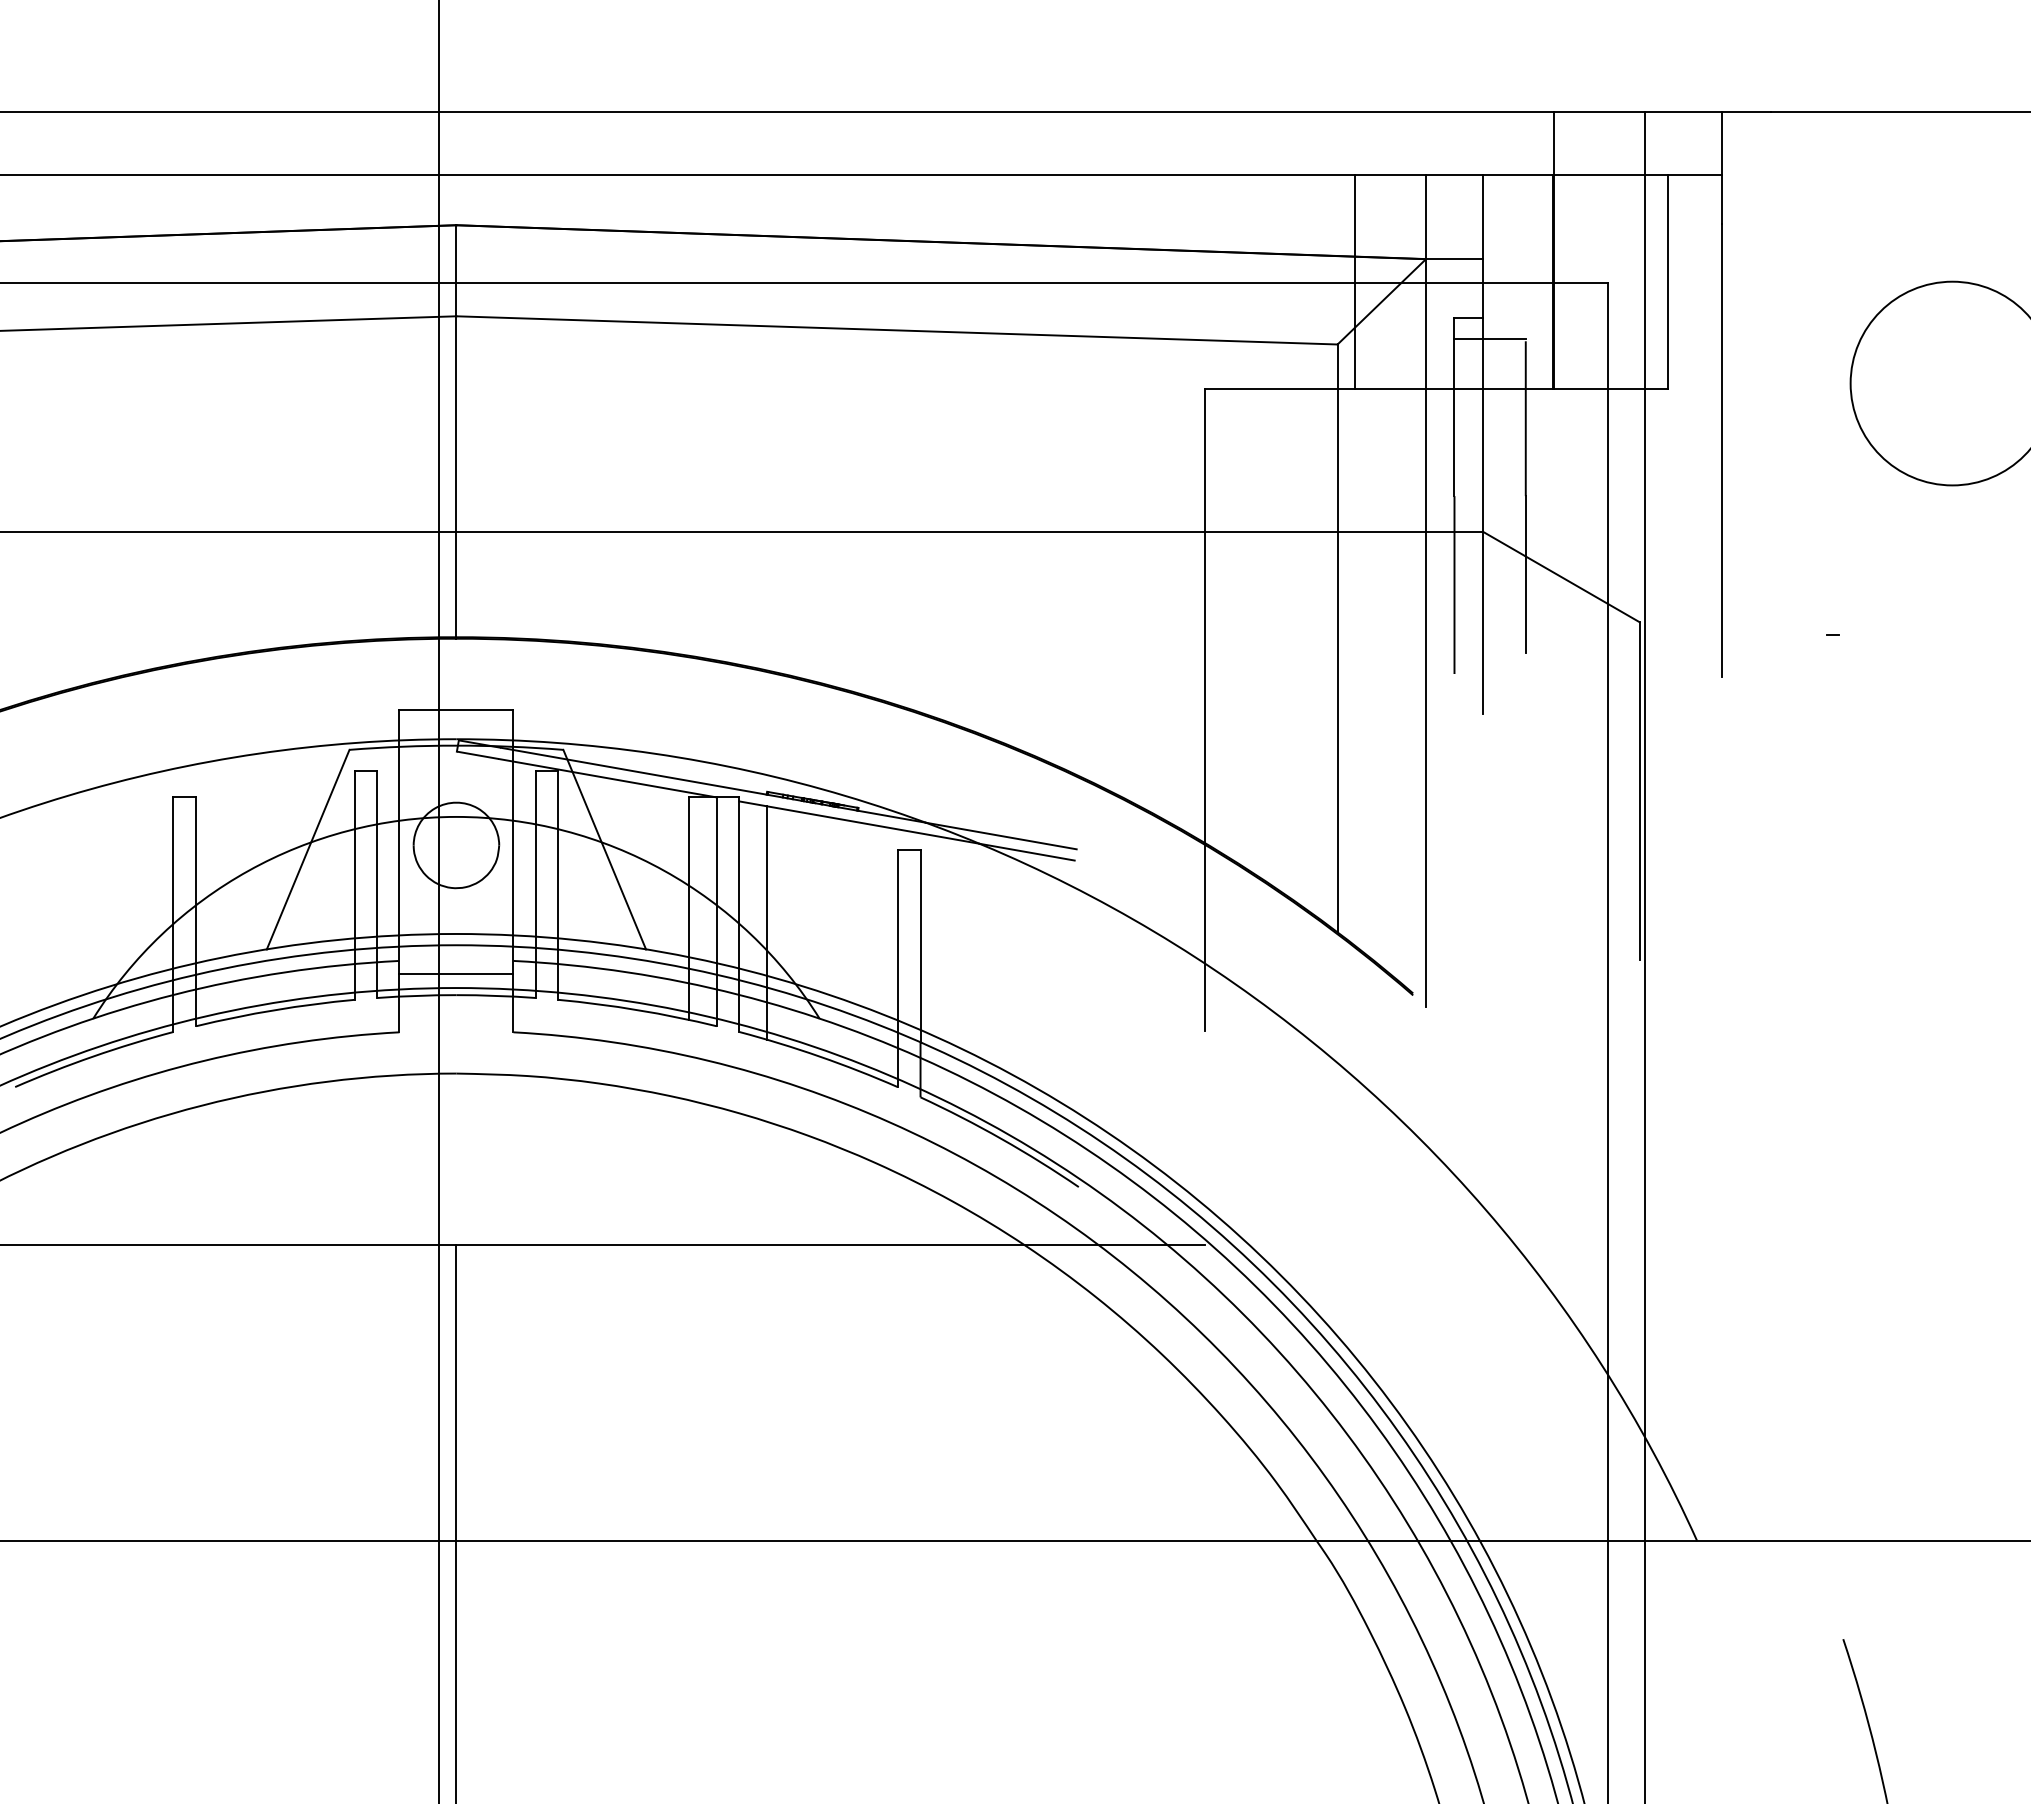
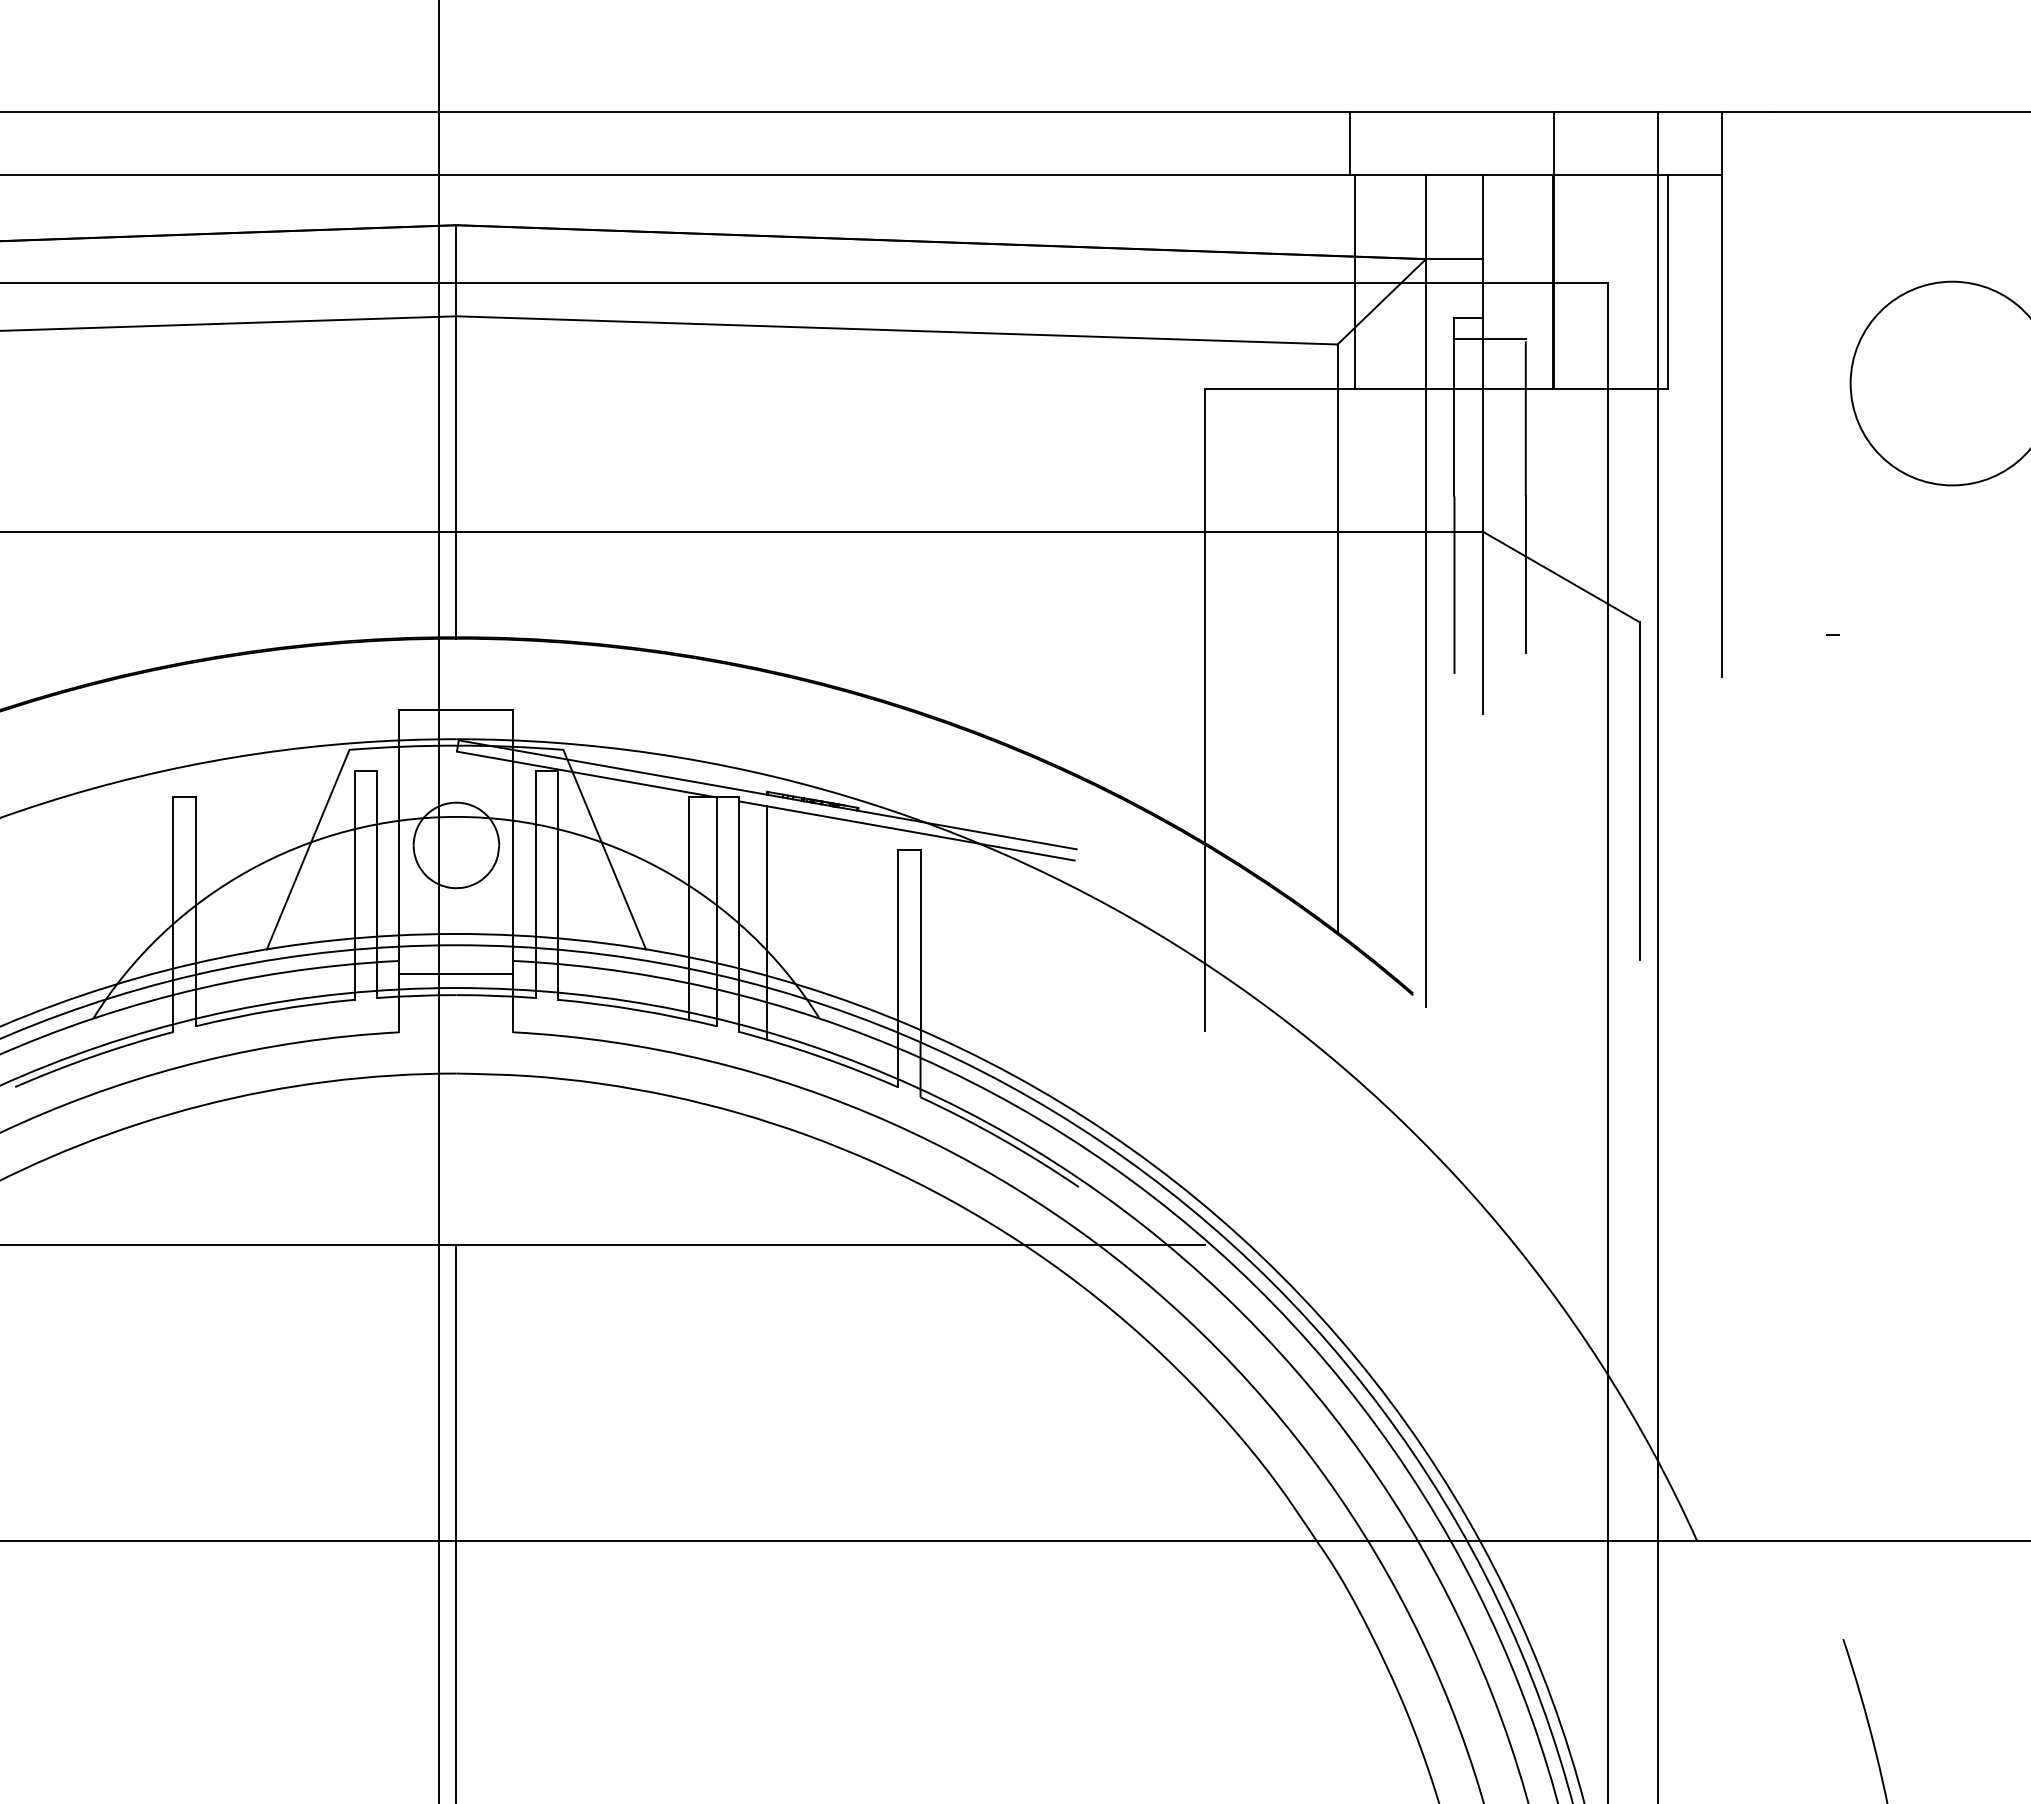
line at (1349, 143): none -> present
line at (1645, 955) position: (1645, 955) -> (1658, 955)
